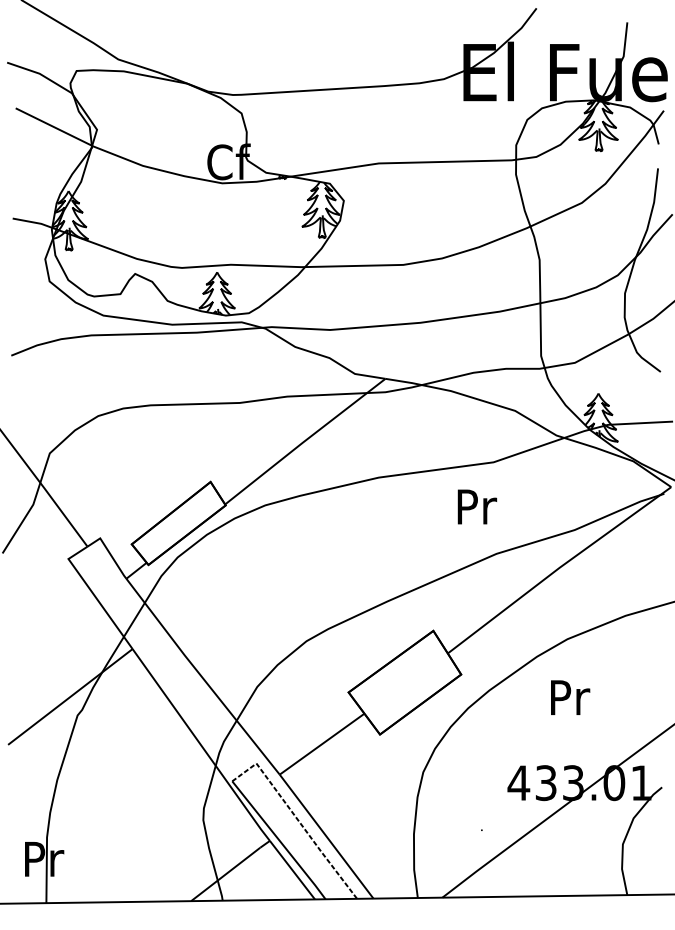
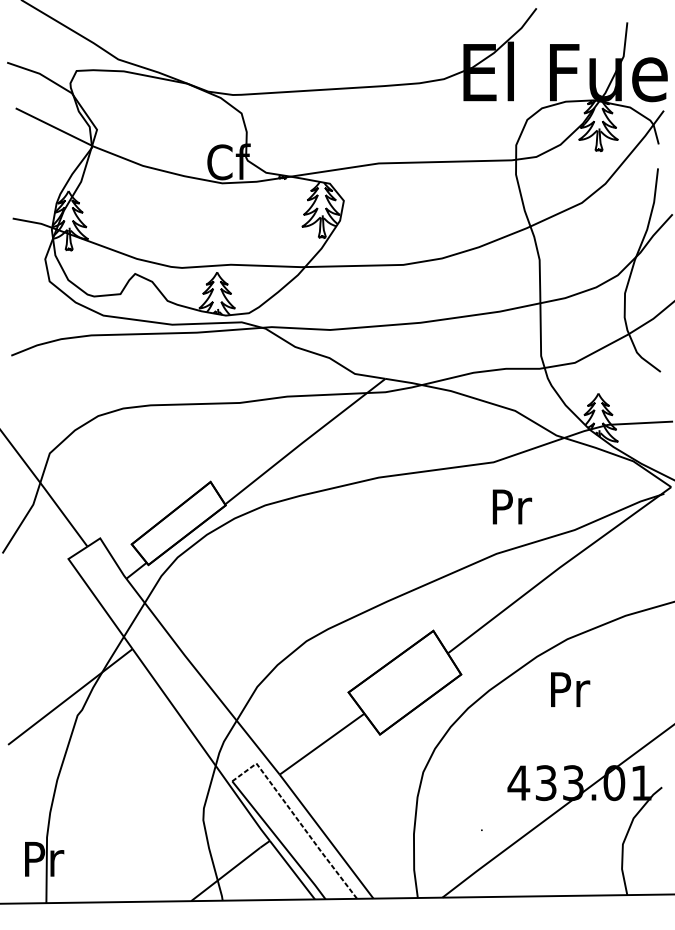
text at (477, 506) position: (477, 506) -> (512, 506)
text at (570, 697) position: (570, 697) -> (570, 689)
